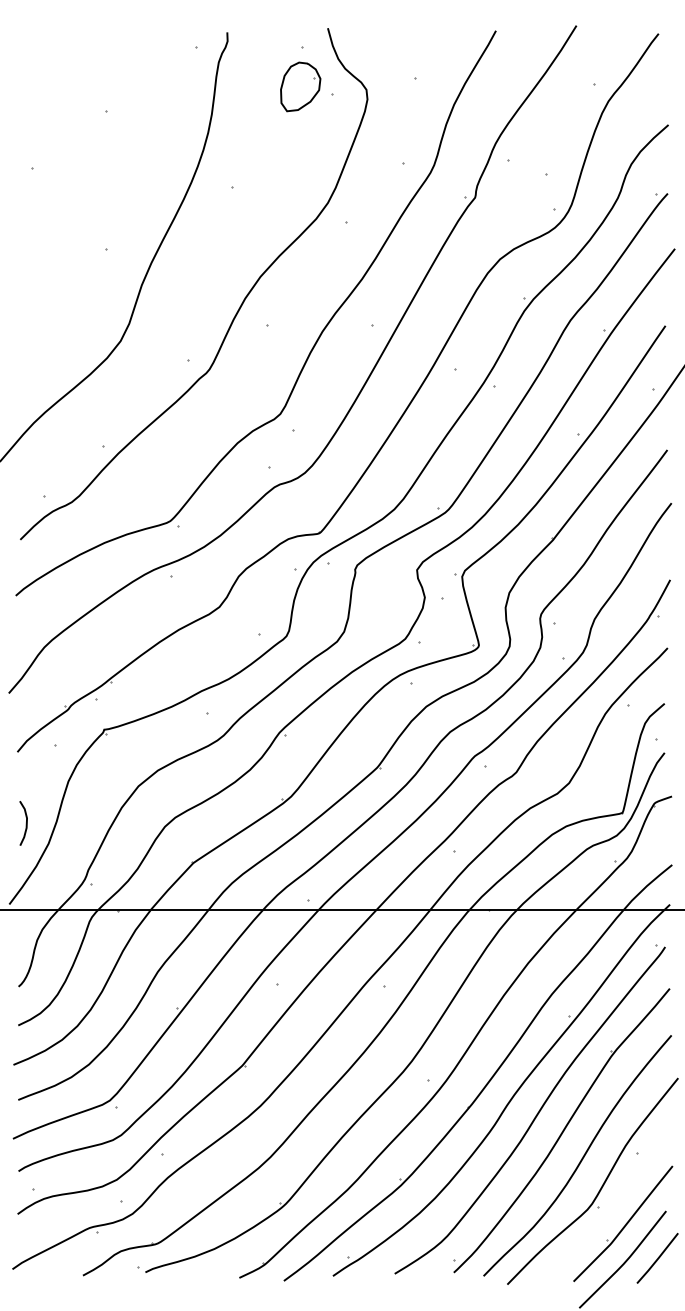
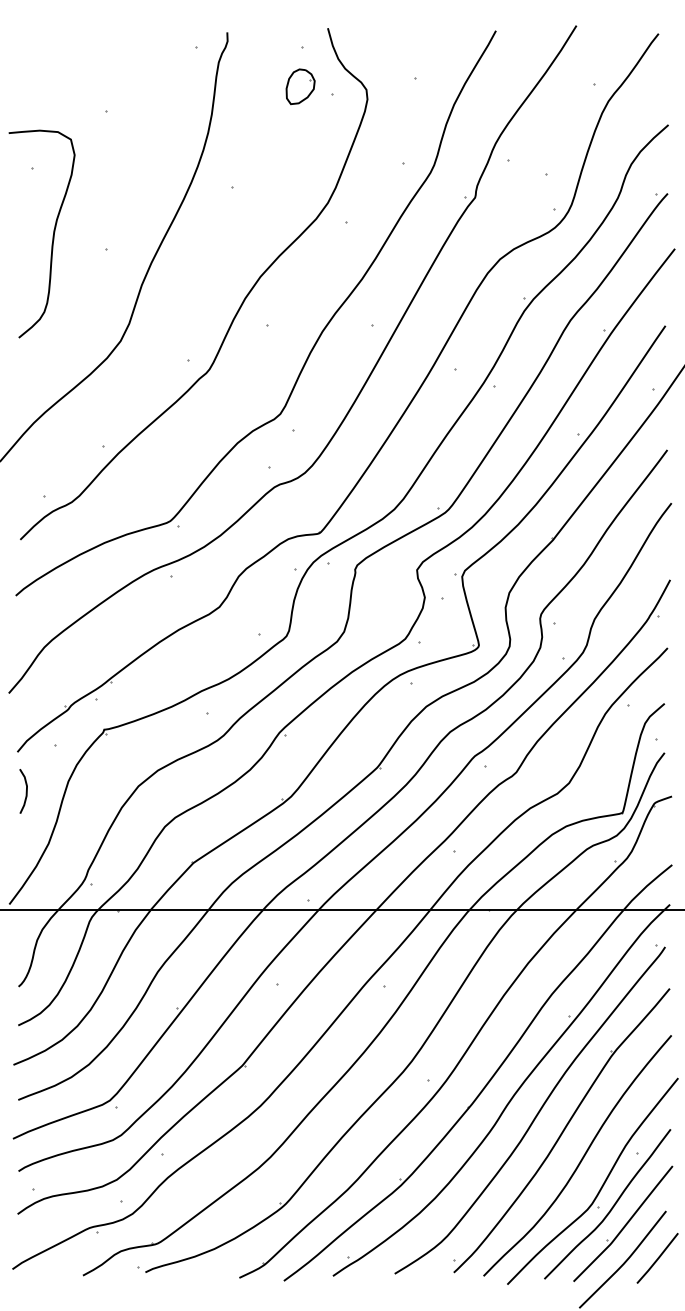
part at (300, 86) size: 42x52 px -> 31x37 px
curve at (52, 235): none -> present
curve at (25, 823) position: (25, 823) -> (25, 791)
curve at (611, 1207): none -> present
